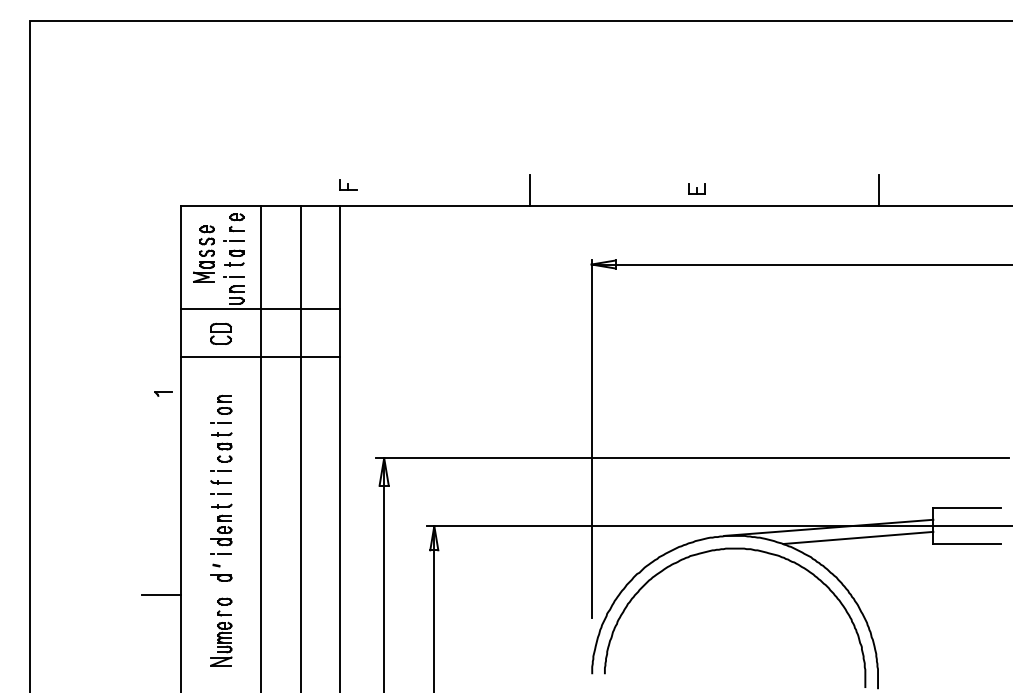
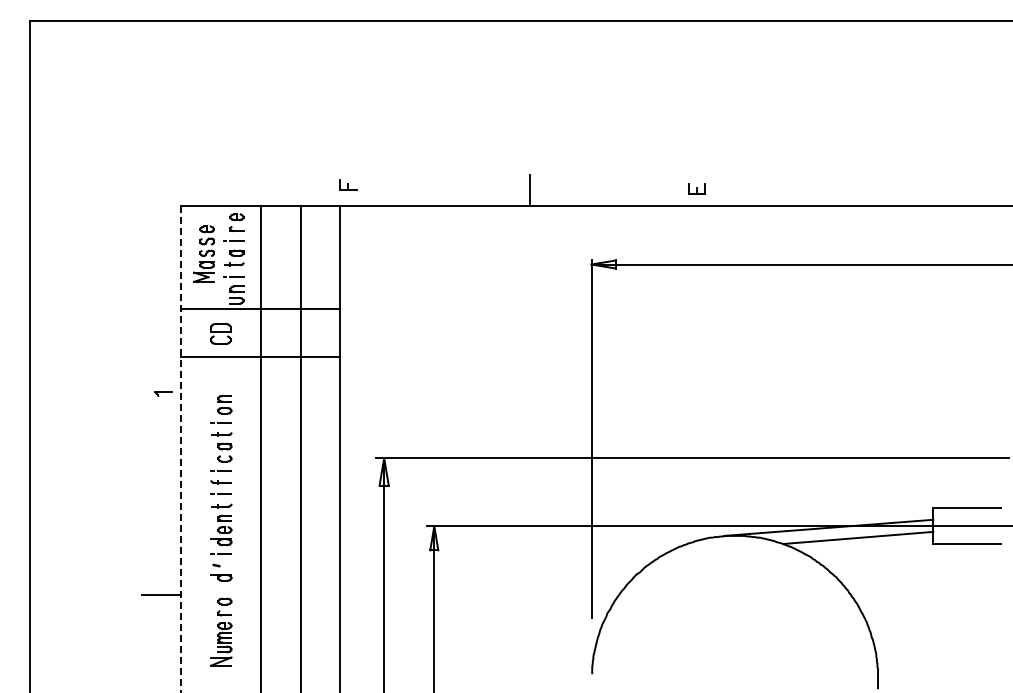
line at (878, 190): present -> none
line at (181, 449): solid -> dashed
curve at (735, 549): present -> none
